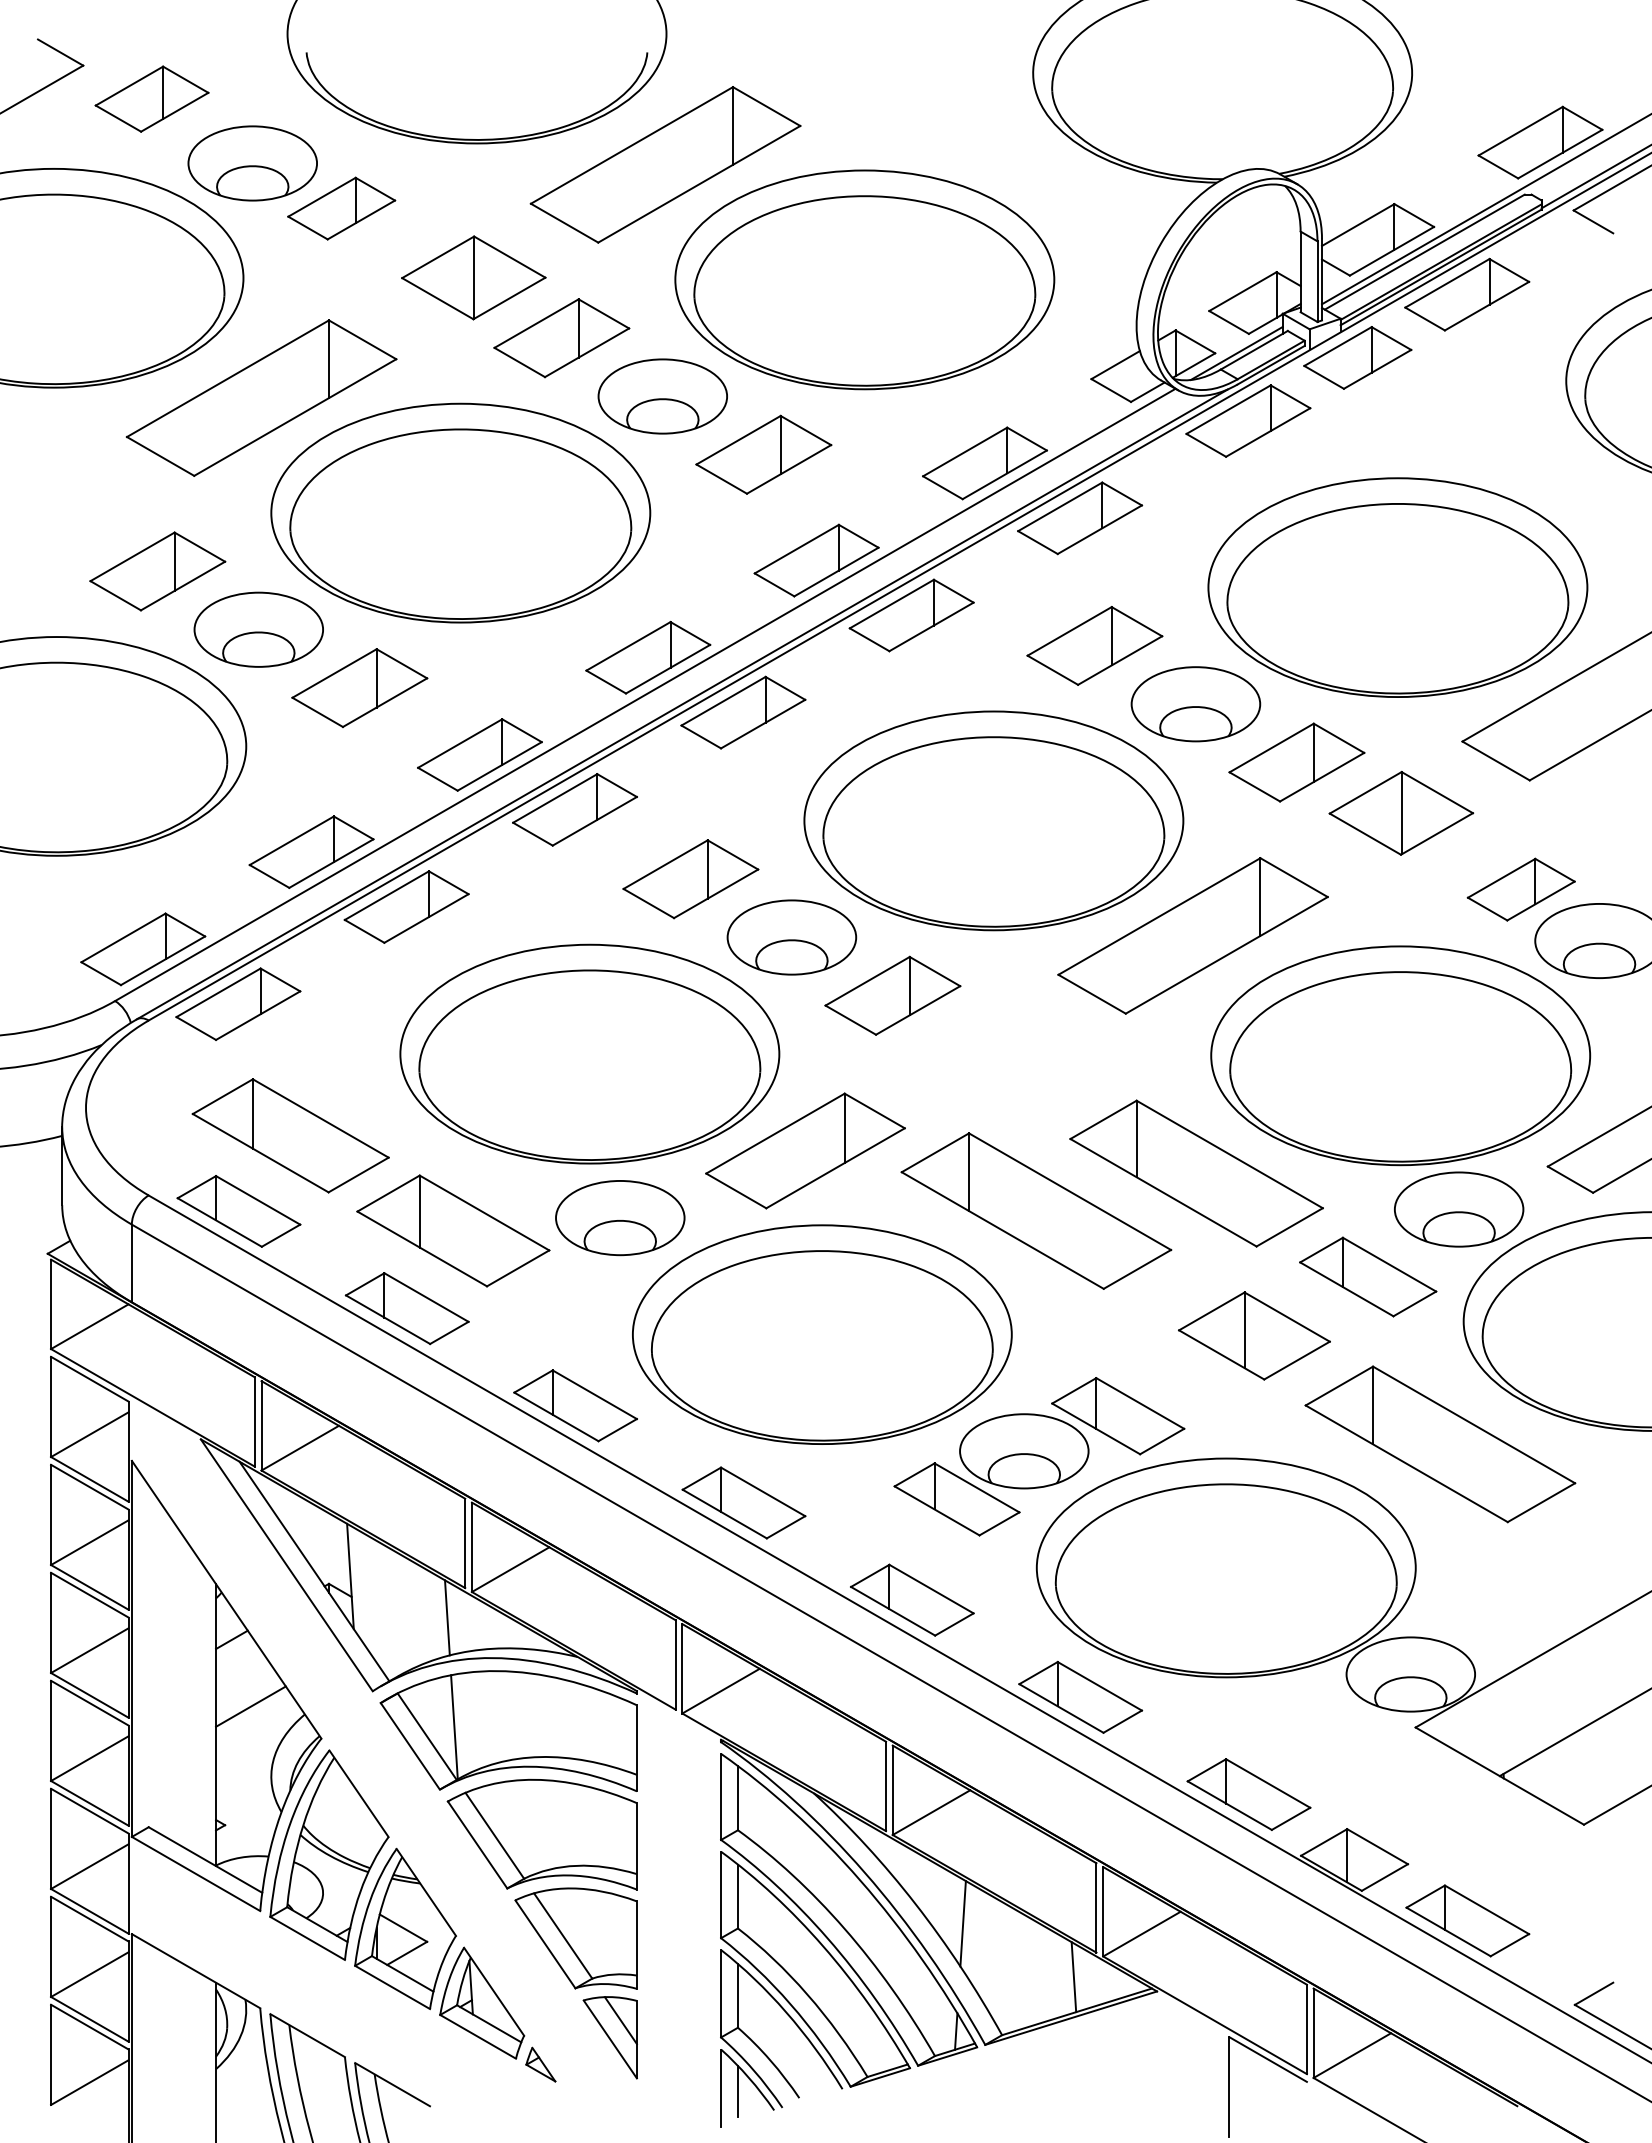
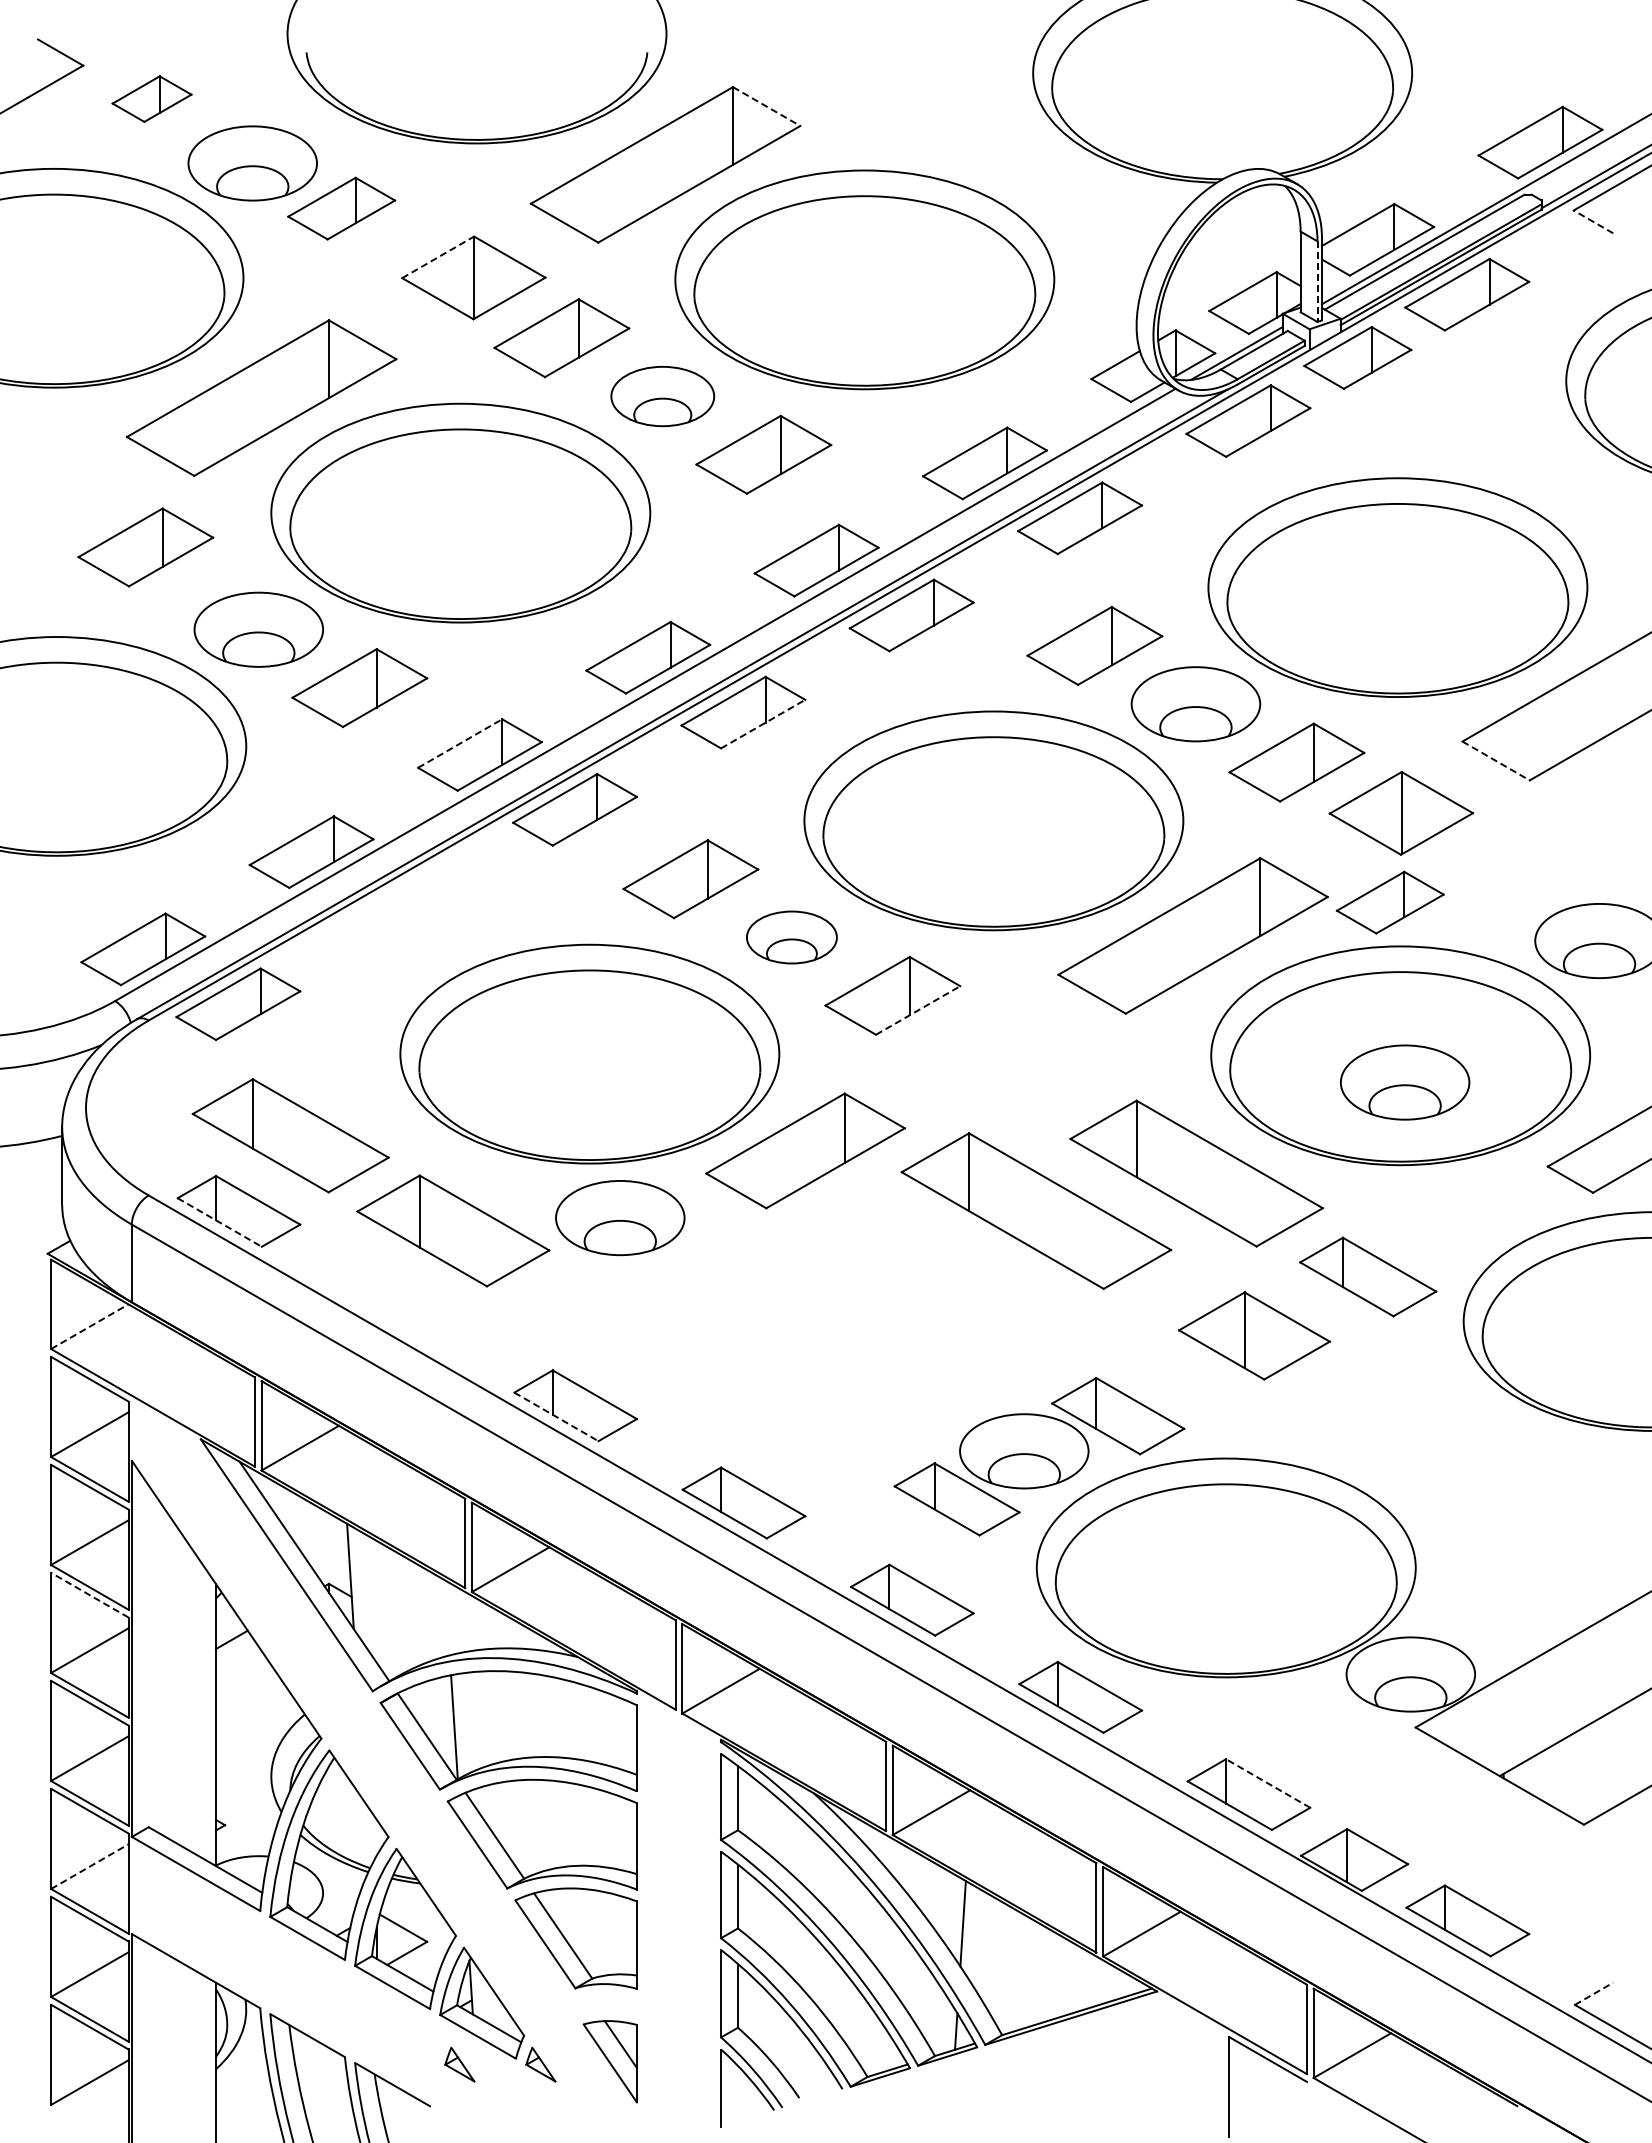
part at (151, 98) size: 116x68 px -> 82x48 px
line at (766, 106): solid -> dashed
line at (1593, 221): solid -> dashed
line at (438, 257): solid -> dashed
line at (1317, 282): solid -> dashed
part at (662, 396) size: 131x77 px -> 106x63 px
part at (157, 571) position: (157, 571) -> (145, 547)
line at (763, 724): solid -> dashed
line at (460, 743): solid -> dashed
line at (1496, 760): solid -> dashed
part at (1520, 889) position: (1520, 889) -> (1389, 902)
part at (406, 906): present -> none
part at (791, 937) size: 132x77 px -> 92x55 px
line at (918, 1010): solid -> dashed
part at (1459, 1209) position: (1459, 1209) -> (1405, 1082)
line at (219, 1222): solid -> dashed
part at (406, 1308): present -> none
line at (89, 1326): solid -> dashed
part at (822, 1334): present -> none
line at (556, 1416): solid -> dashed
part at (1440, 1444): present -> none
line at (89, 1595): solid -> dashed
line at (447, 1617): present -> none
line at (250, 1706): present -> none
line at (1268, 1783): solid -> dashed
line at (89, 1866): solid -> dashed
line at (1073, 1977): present -> none
line at (1594, 1993): solid -> dashed
part at (609, 2037) position: (609, 2037) -> (609, 2061)
part at (459, 2064): none -> present
line at (737, 2091): present -> none
